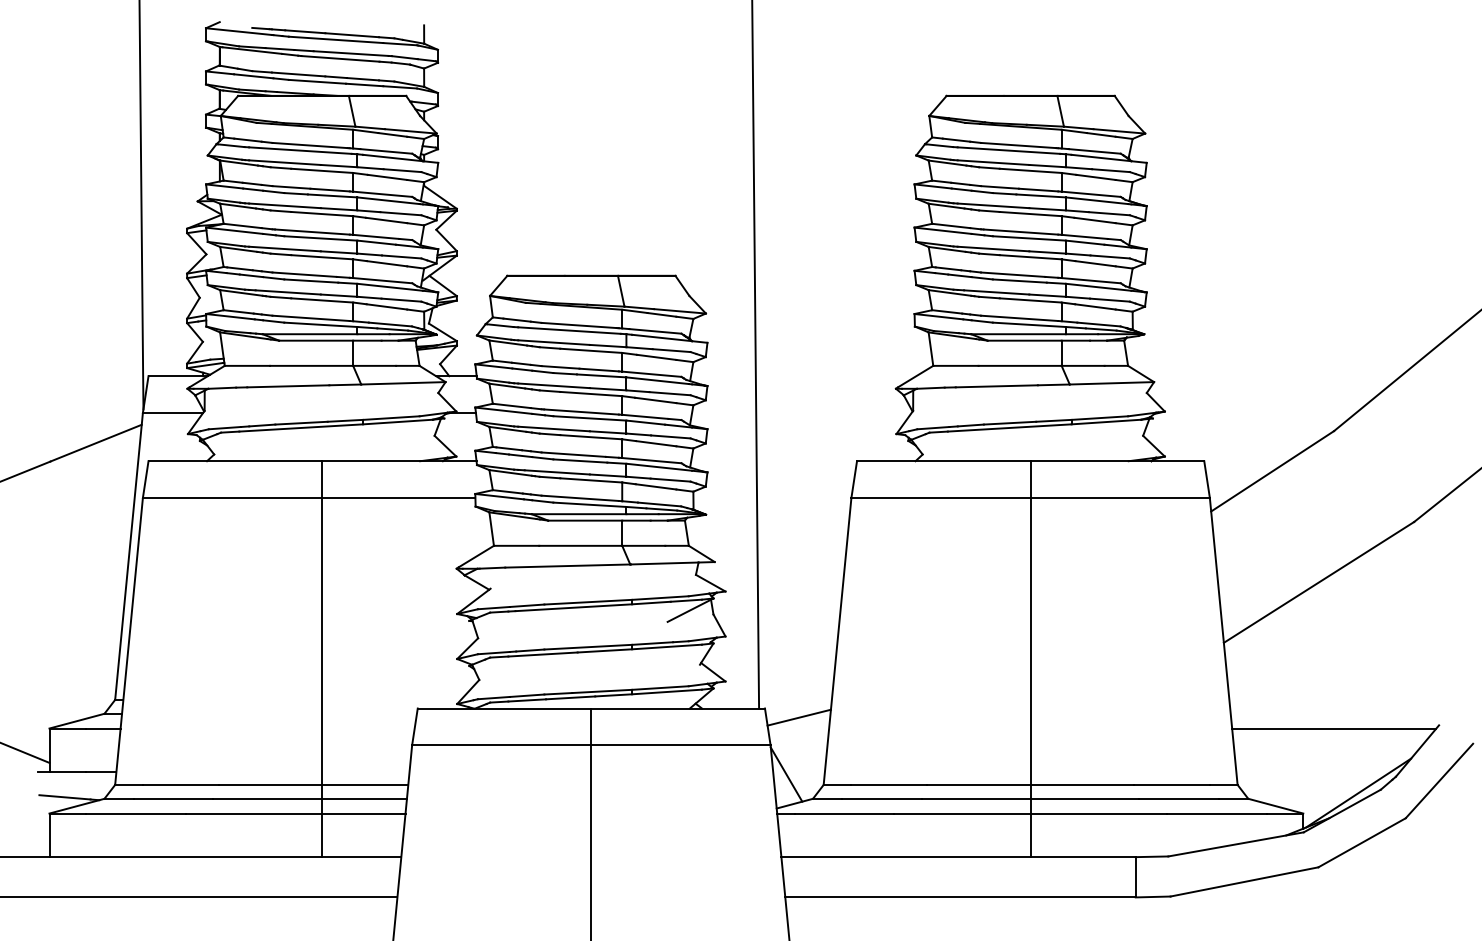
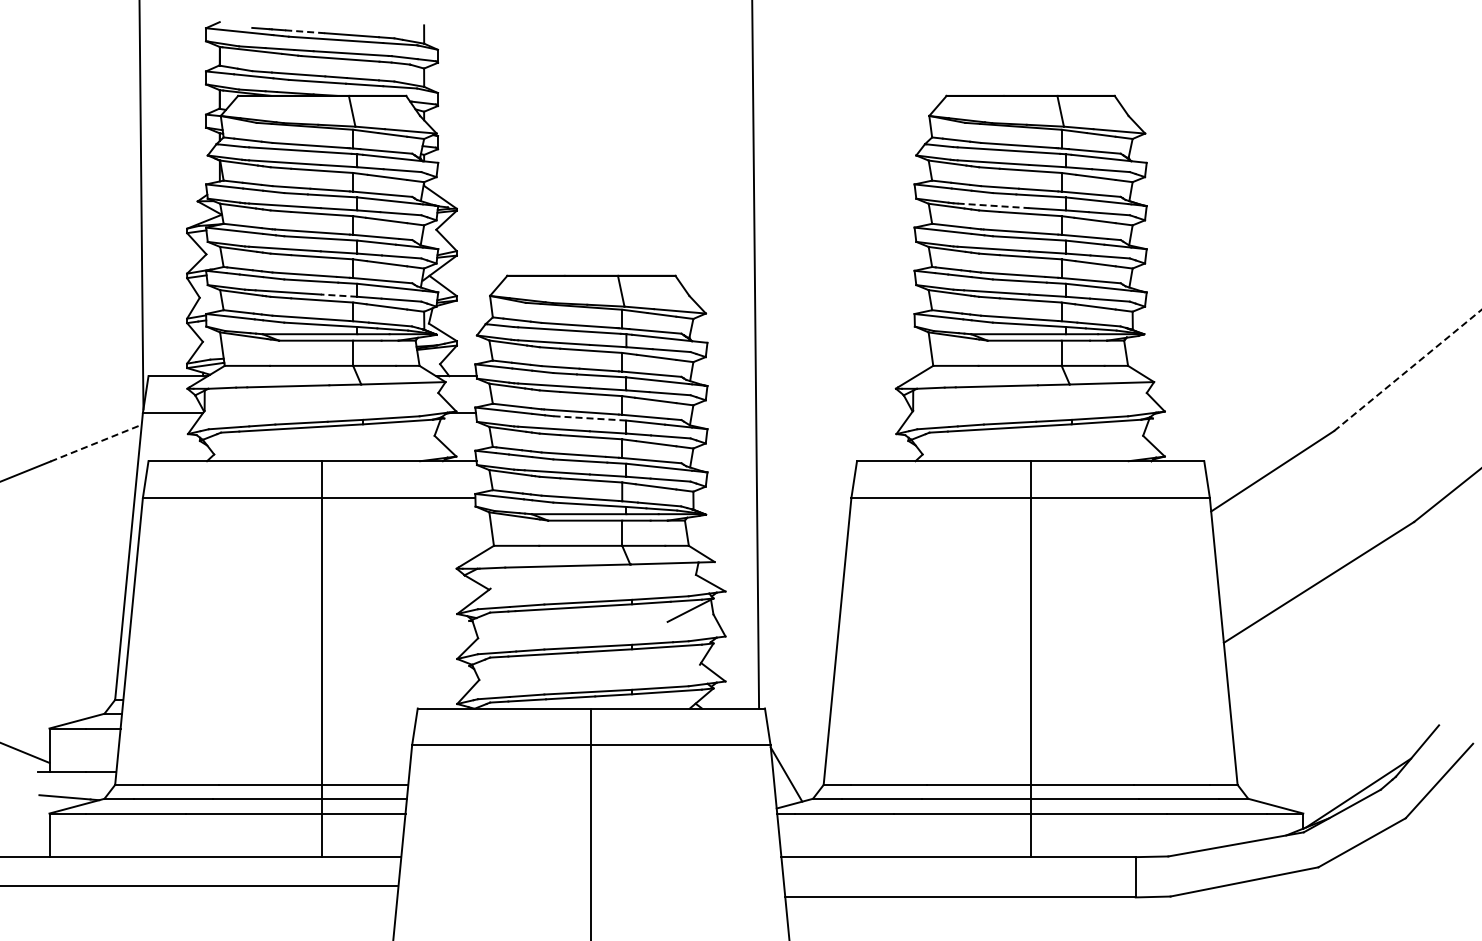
line at (305, 31): solid -> dashed
line at (993, 205): solid -> dashed
line at (338, 295): solid -> dashed
line at (1408, 370): solid -> dashed
line at (589, 418): solid -> dashed
line at (96, 442): solid -> dashed
line at (798, 717): present -> none
line at (1333, 729): present -> none
line at (199, 897) position: (199, 897) -> (199, 886)
